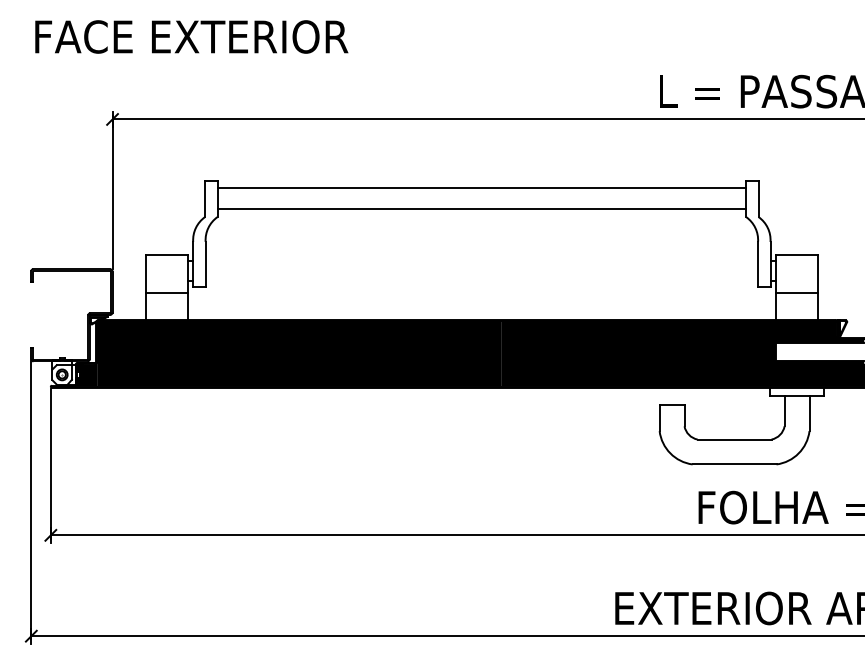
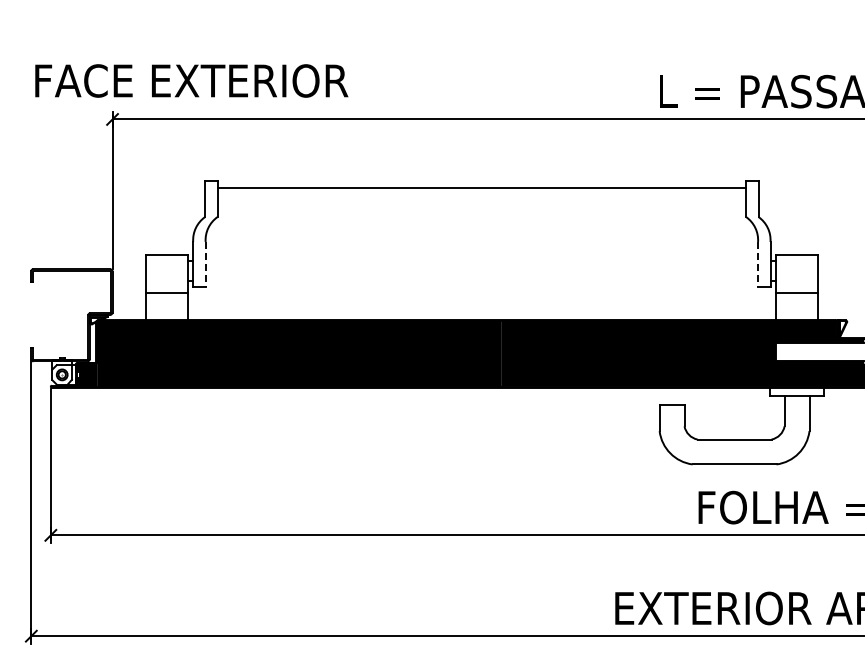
text at (191, 36) position: (191, 36) -> (191, 80)
line at (481, 209): present -> none
line at (205, 264): solid -> dashed
line at (758, 264): solid -> dashed
